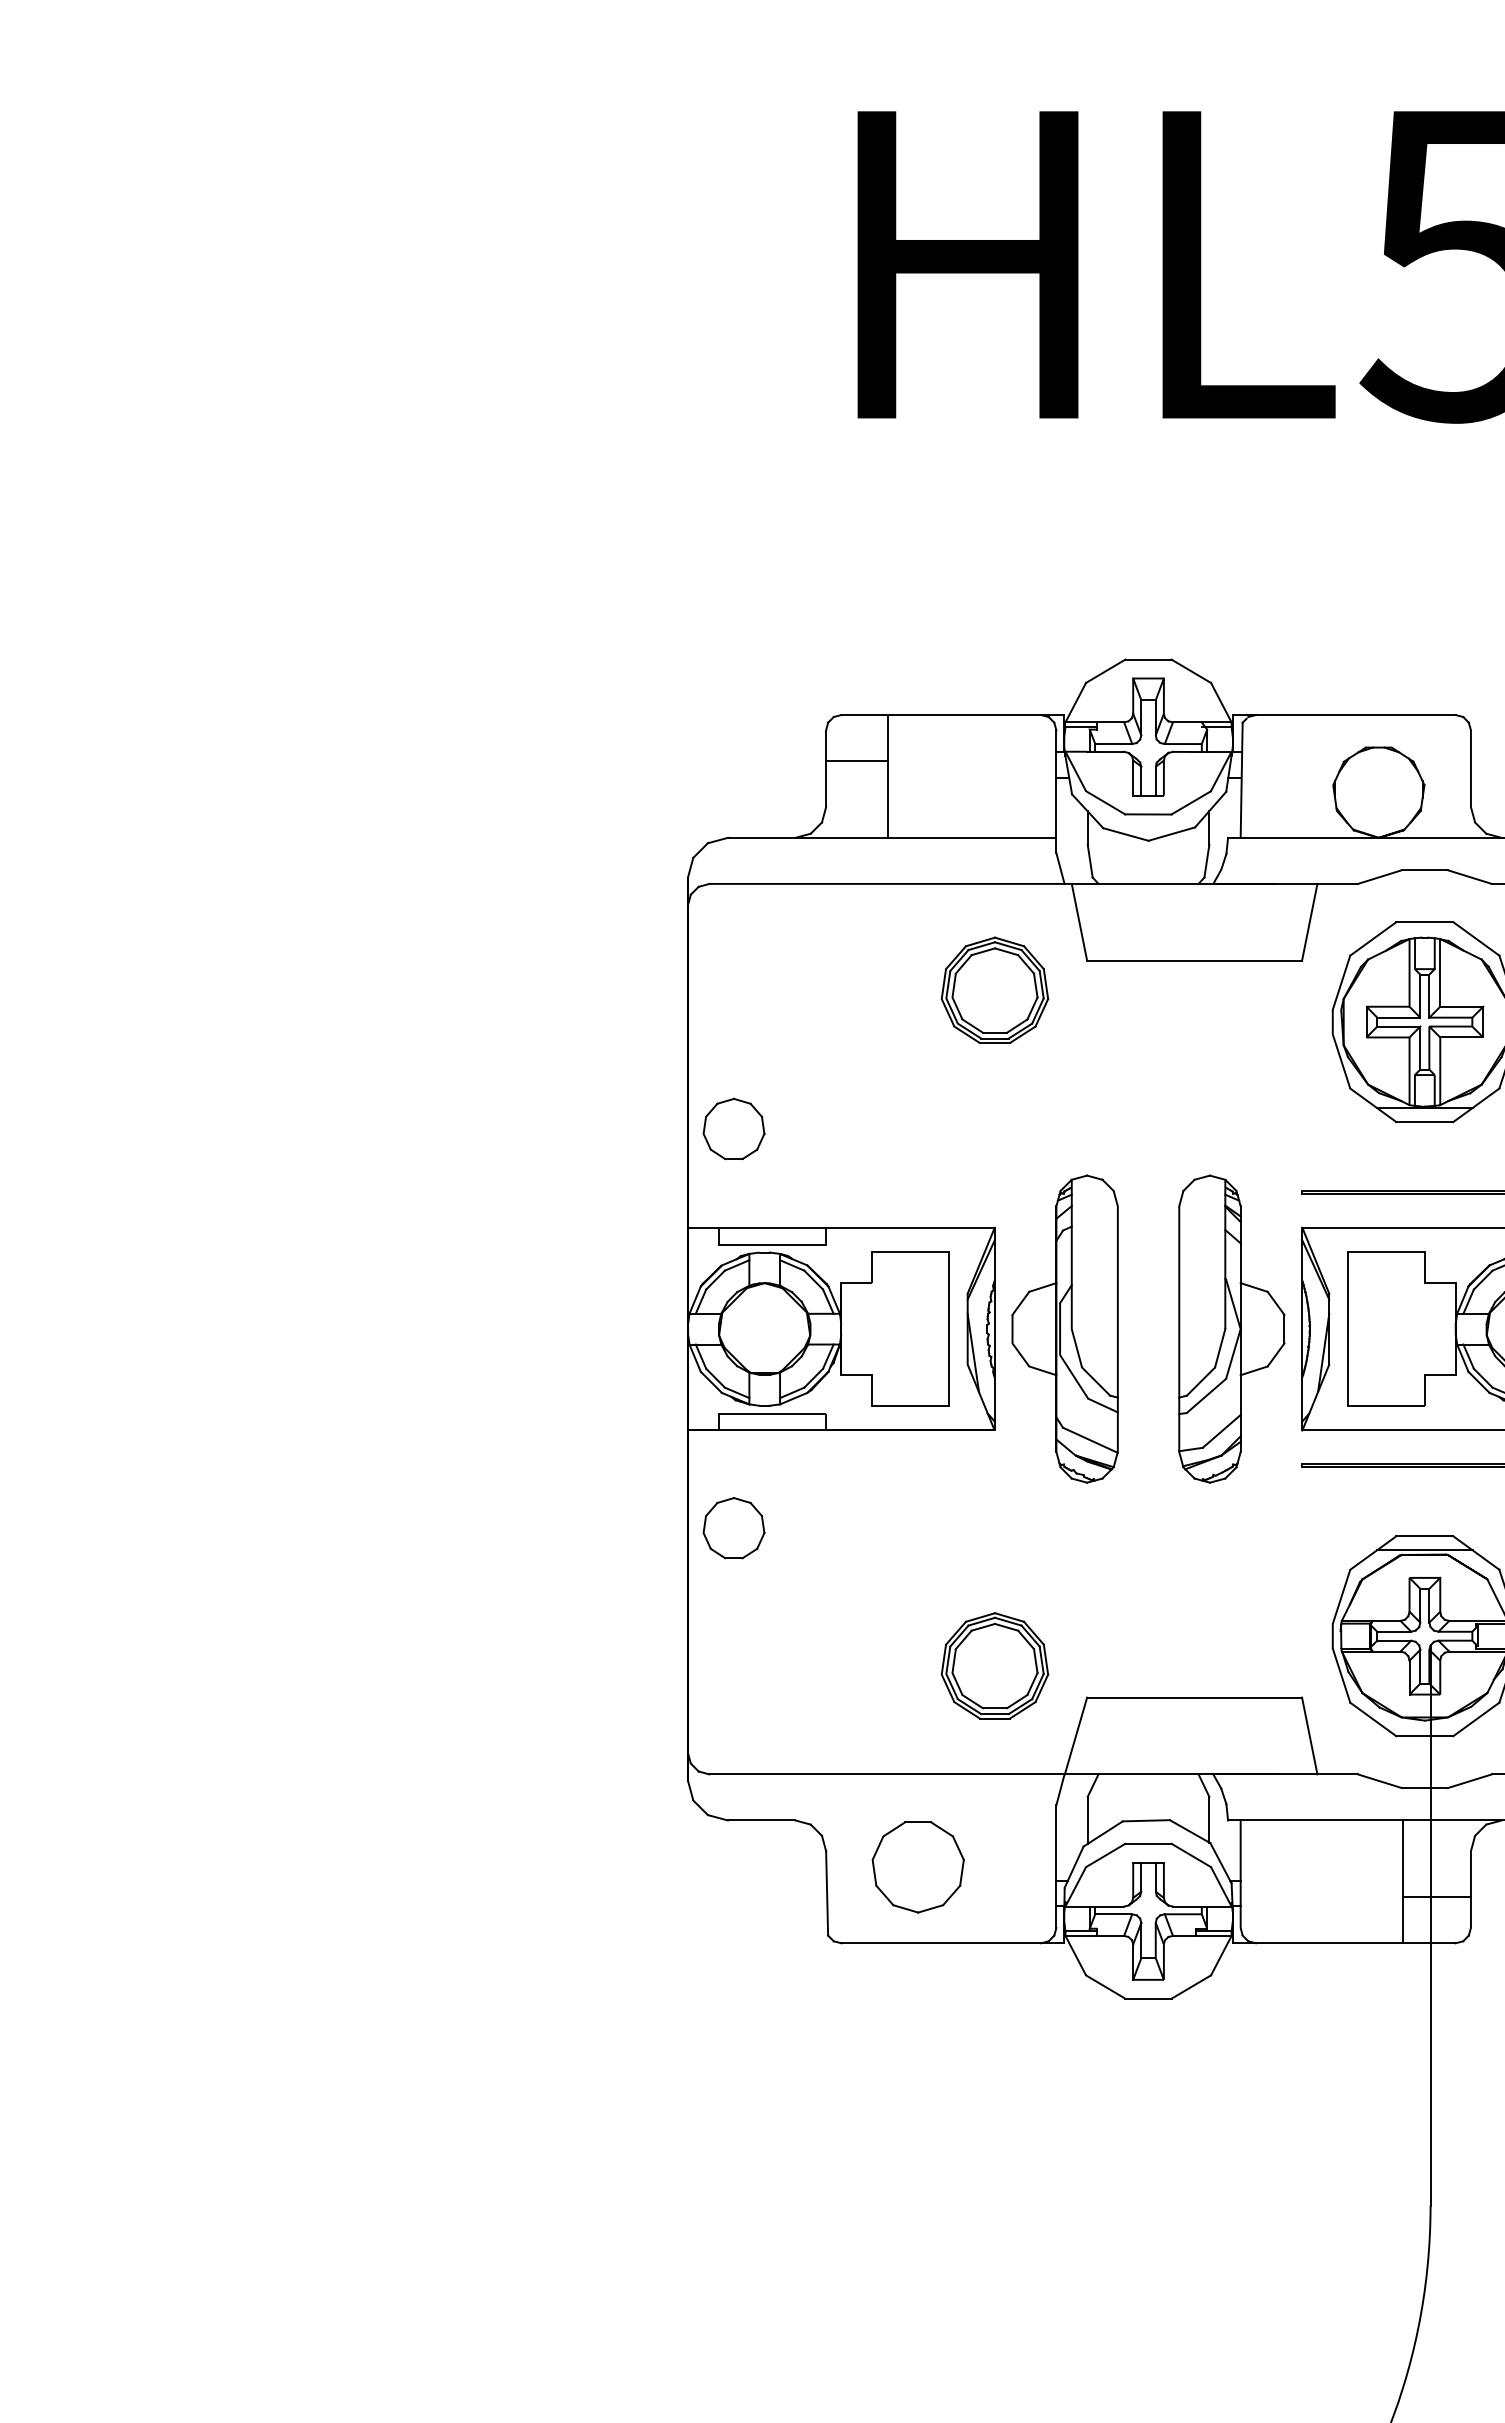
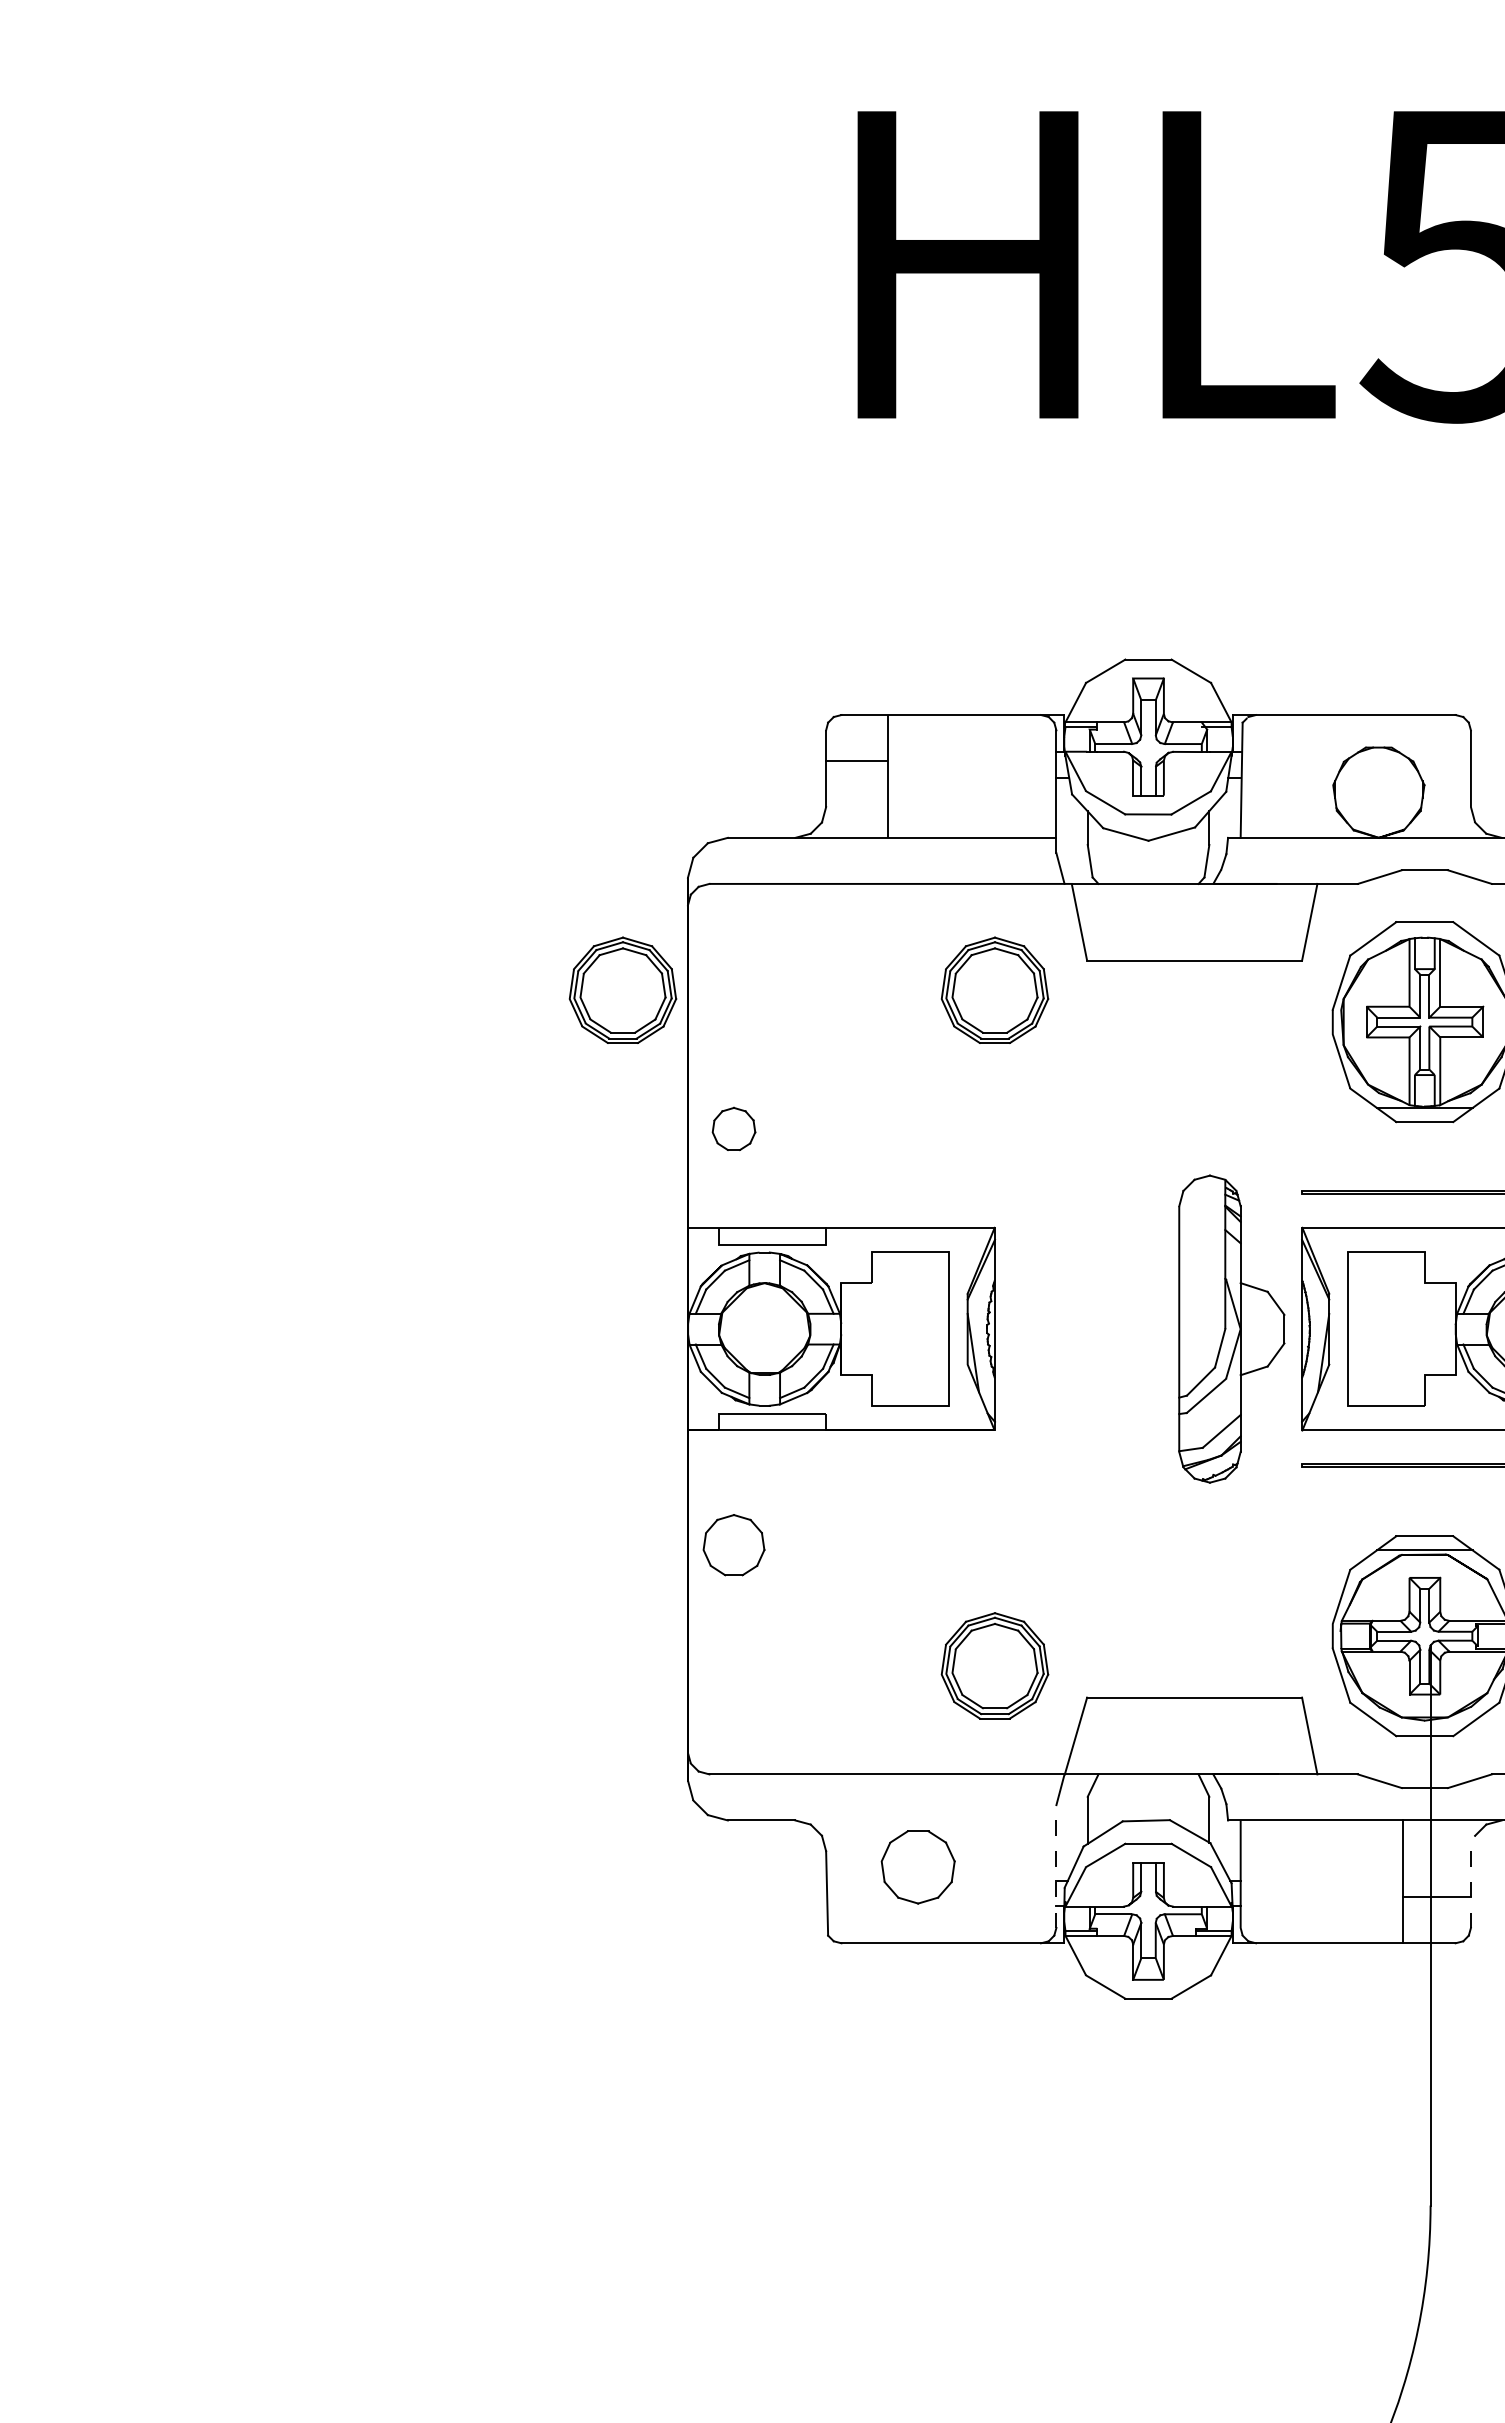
part at (622, 989): none -> present
part at (733, 1128) size: 64x64 px -> 46x45 px
part at (1064, 1328): present -> none
part at (733, 1528) position: (733, 1528) -> (733, 1545)
line at (1056, 1866): solid -> dashed
part at (917, 1867) size: 94x93 px -> 76x75 px
line at (1470, 1881): solid -> dashed
